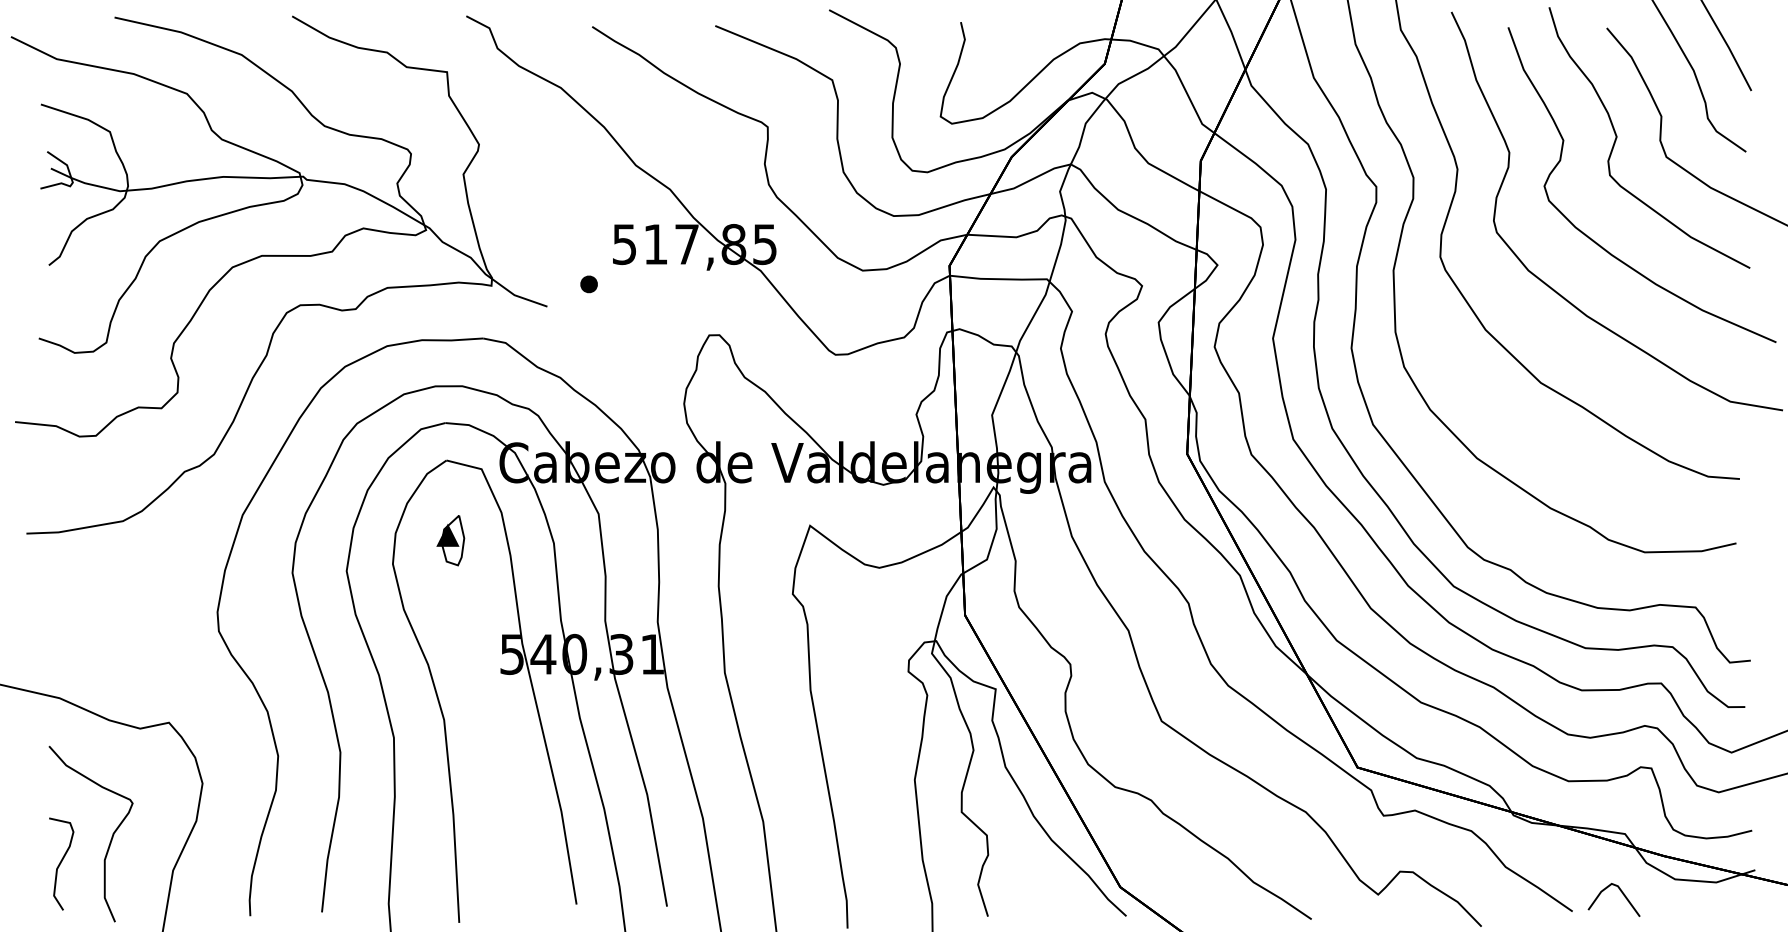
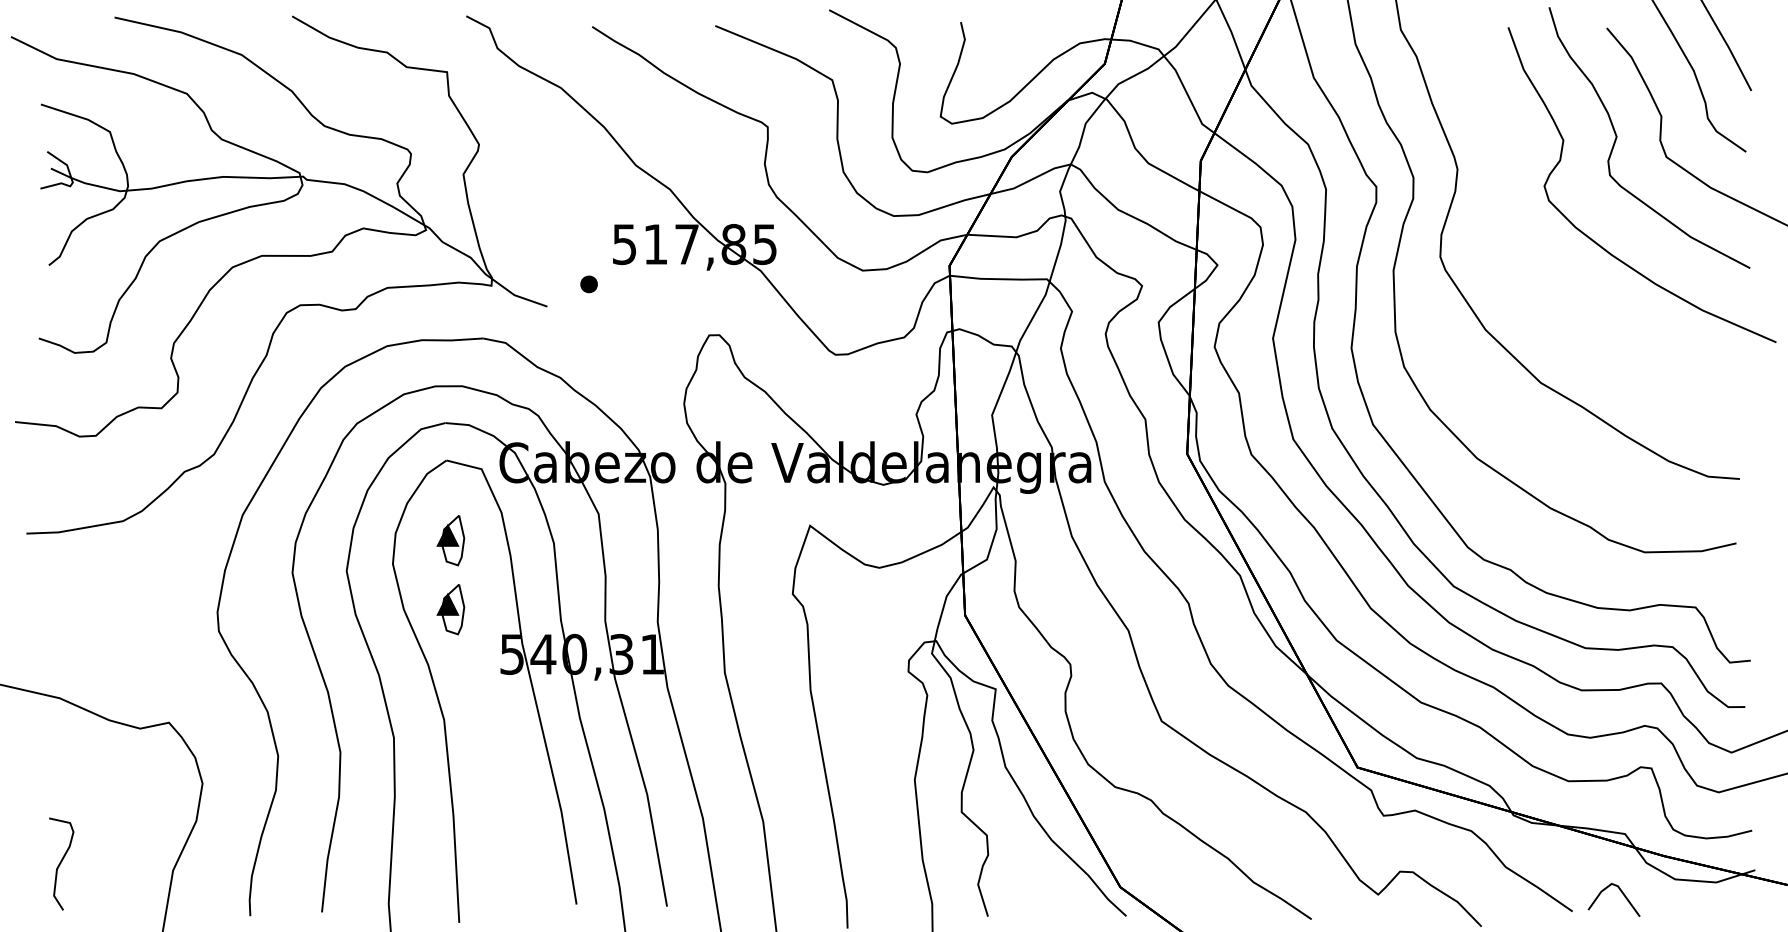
curve at (1557, 291): present -> none
part at (450, 609): none -> present
curve at (110, 839): present -> none
